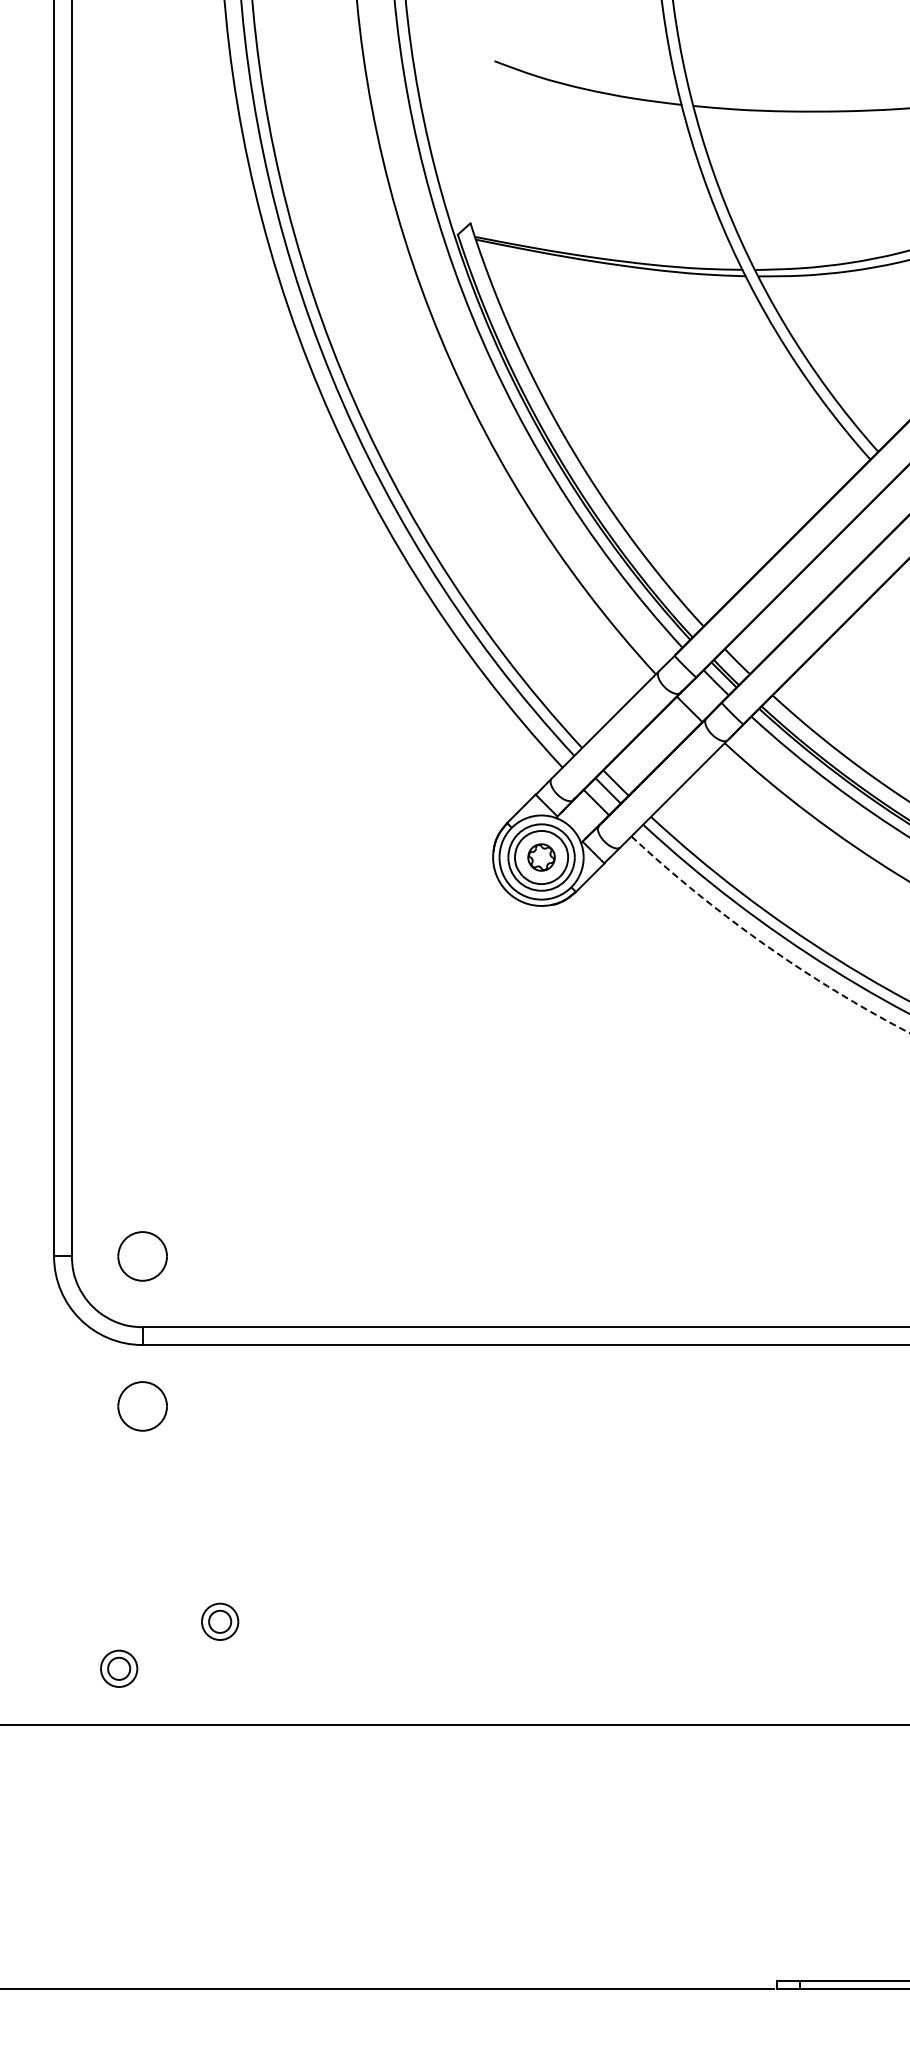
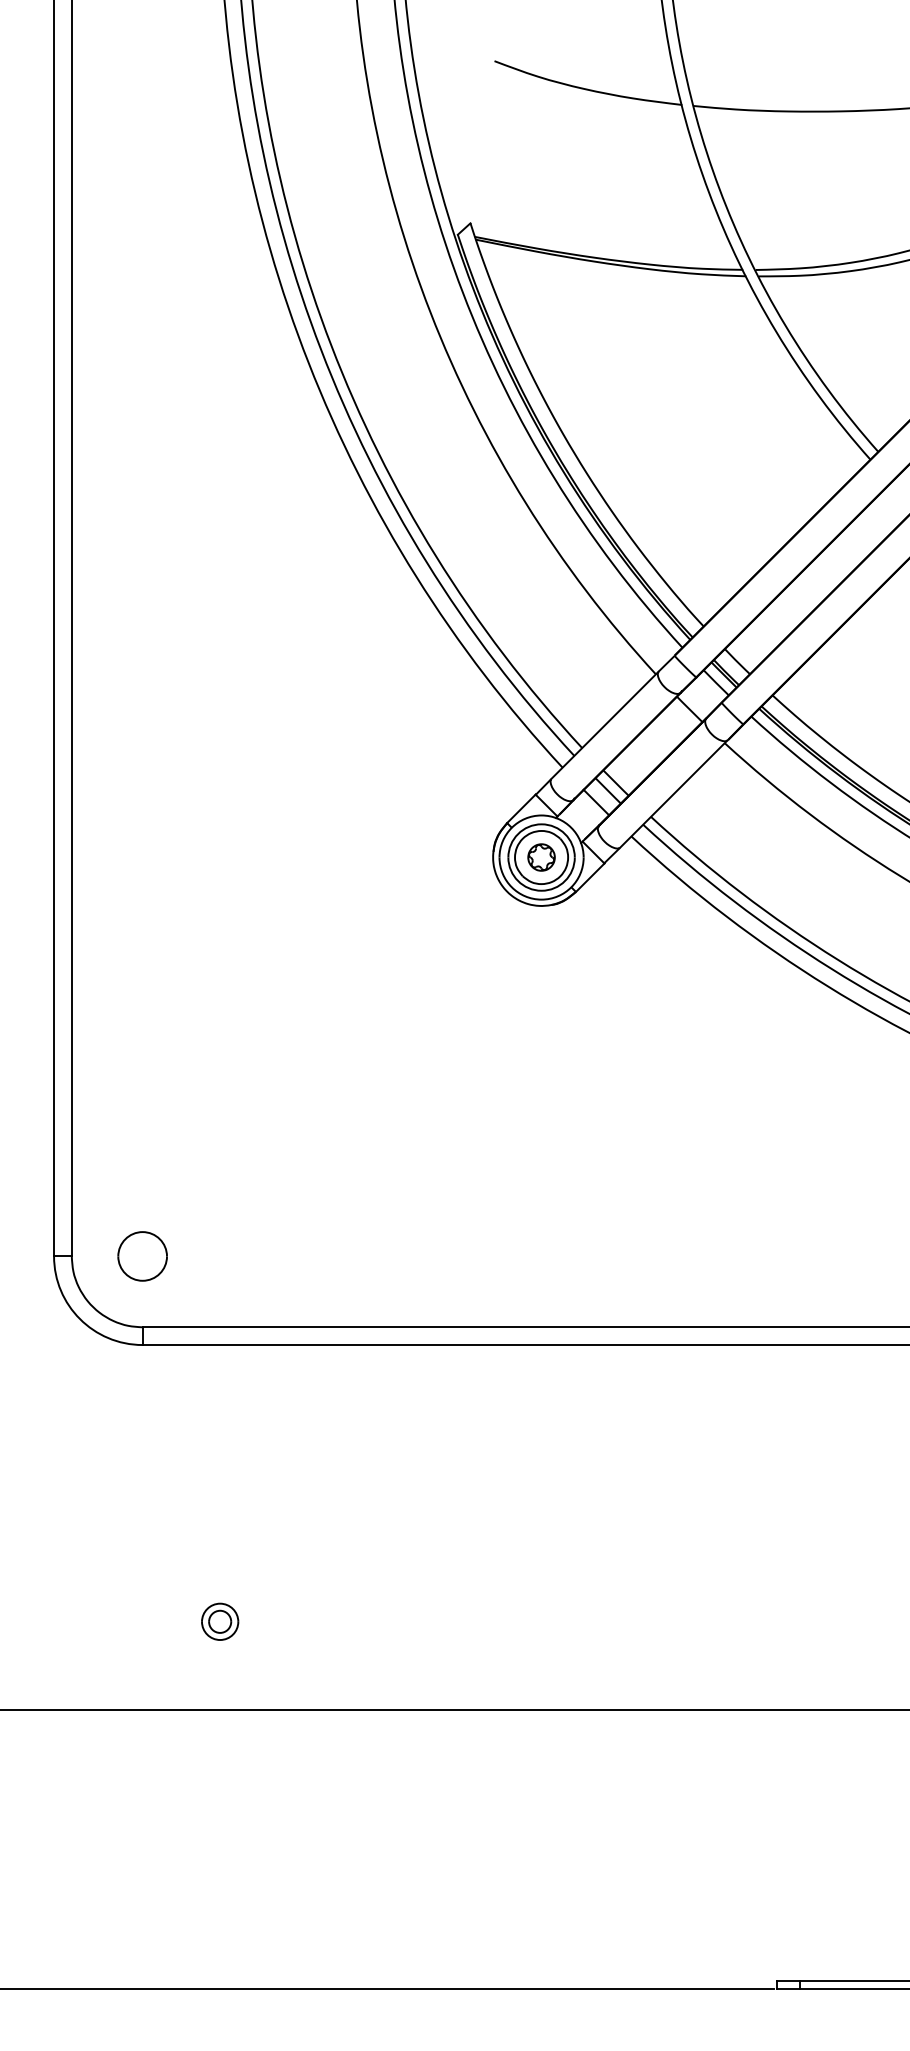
arc at (765, 944): dashed -> solid
part at (142, 1406): present -> none
part at (119, 1668): present -> none
line at (454, 1725) position: (454, 1725) -> (454, 1710)
